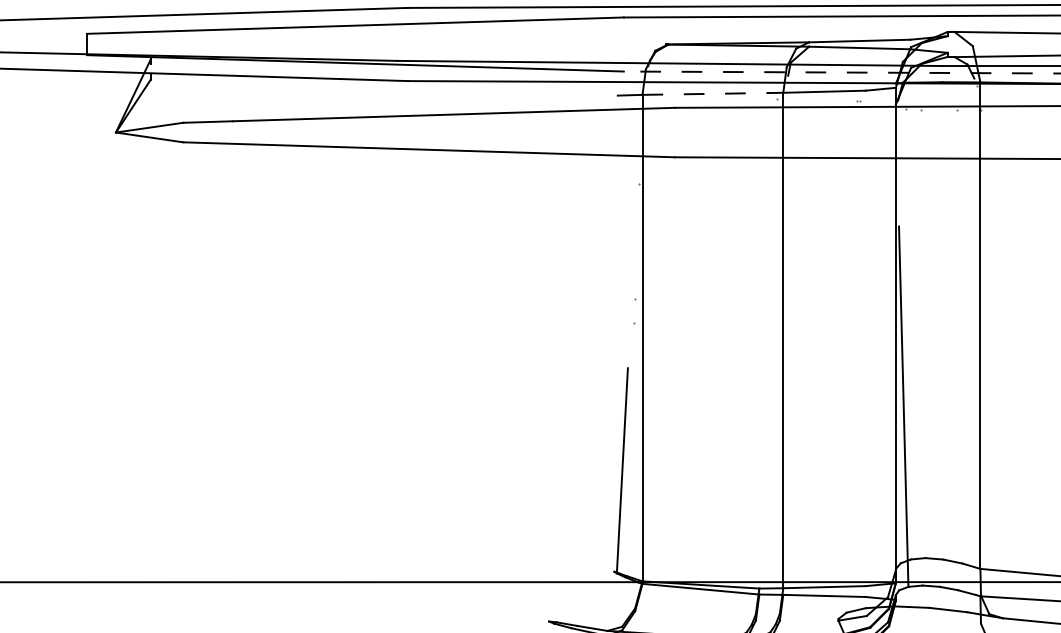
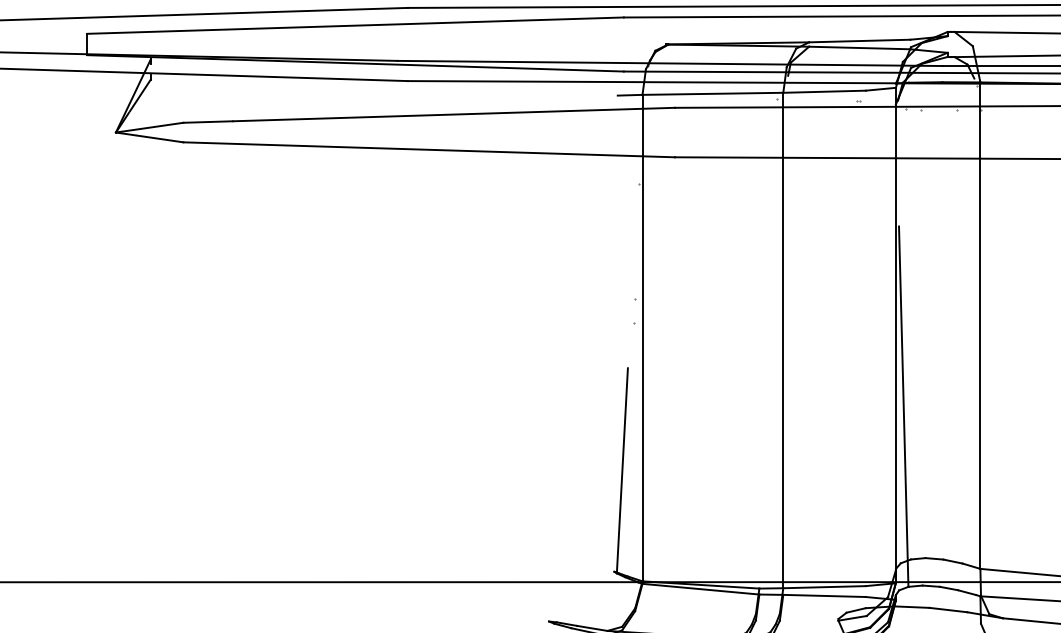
line at (841, 72): dashed -> solid
line at (713, 93): dashed -> solid
